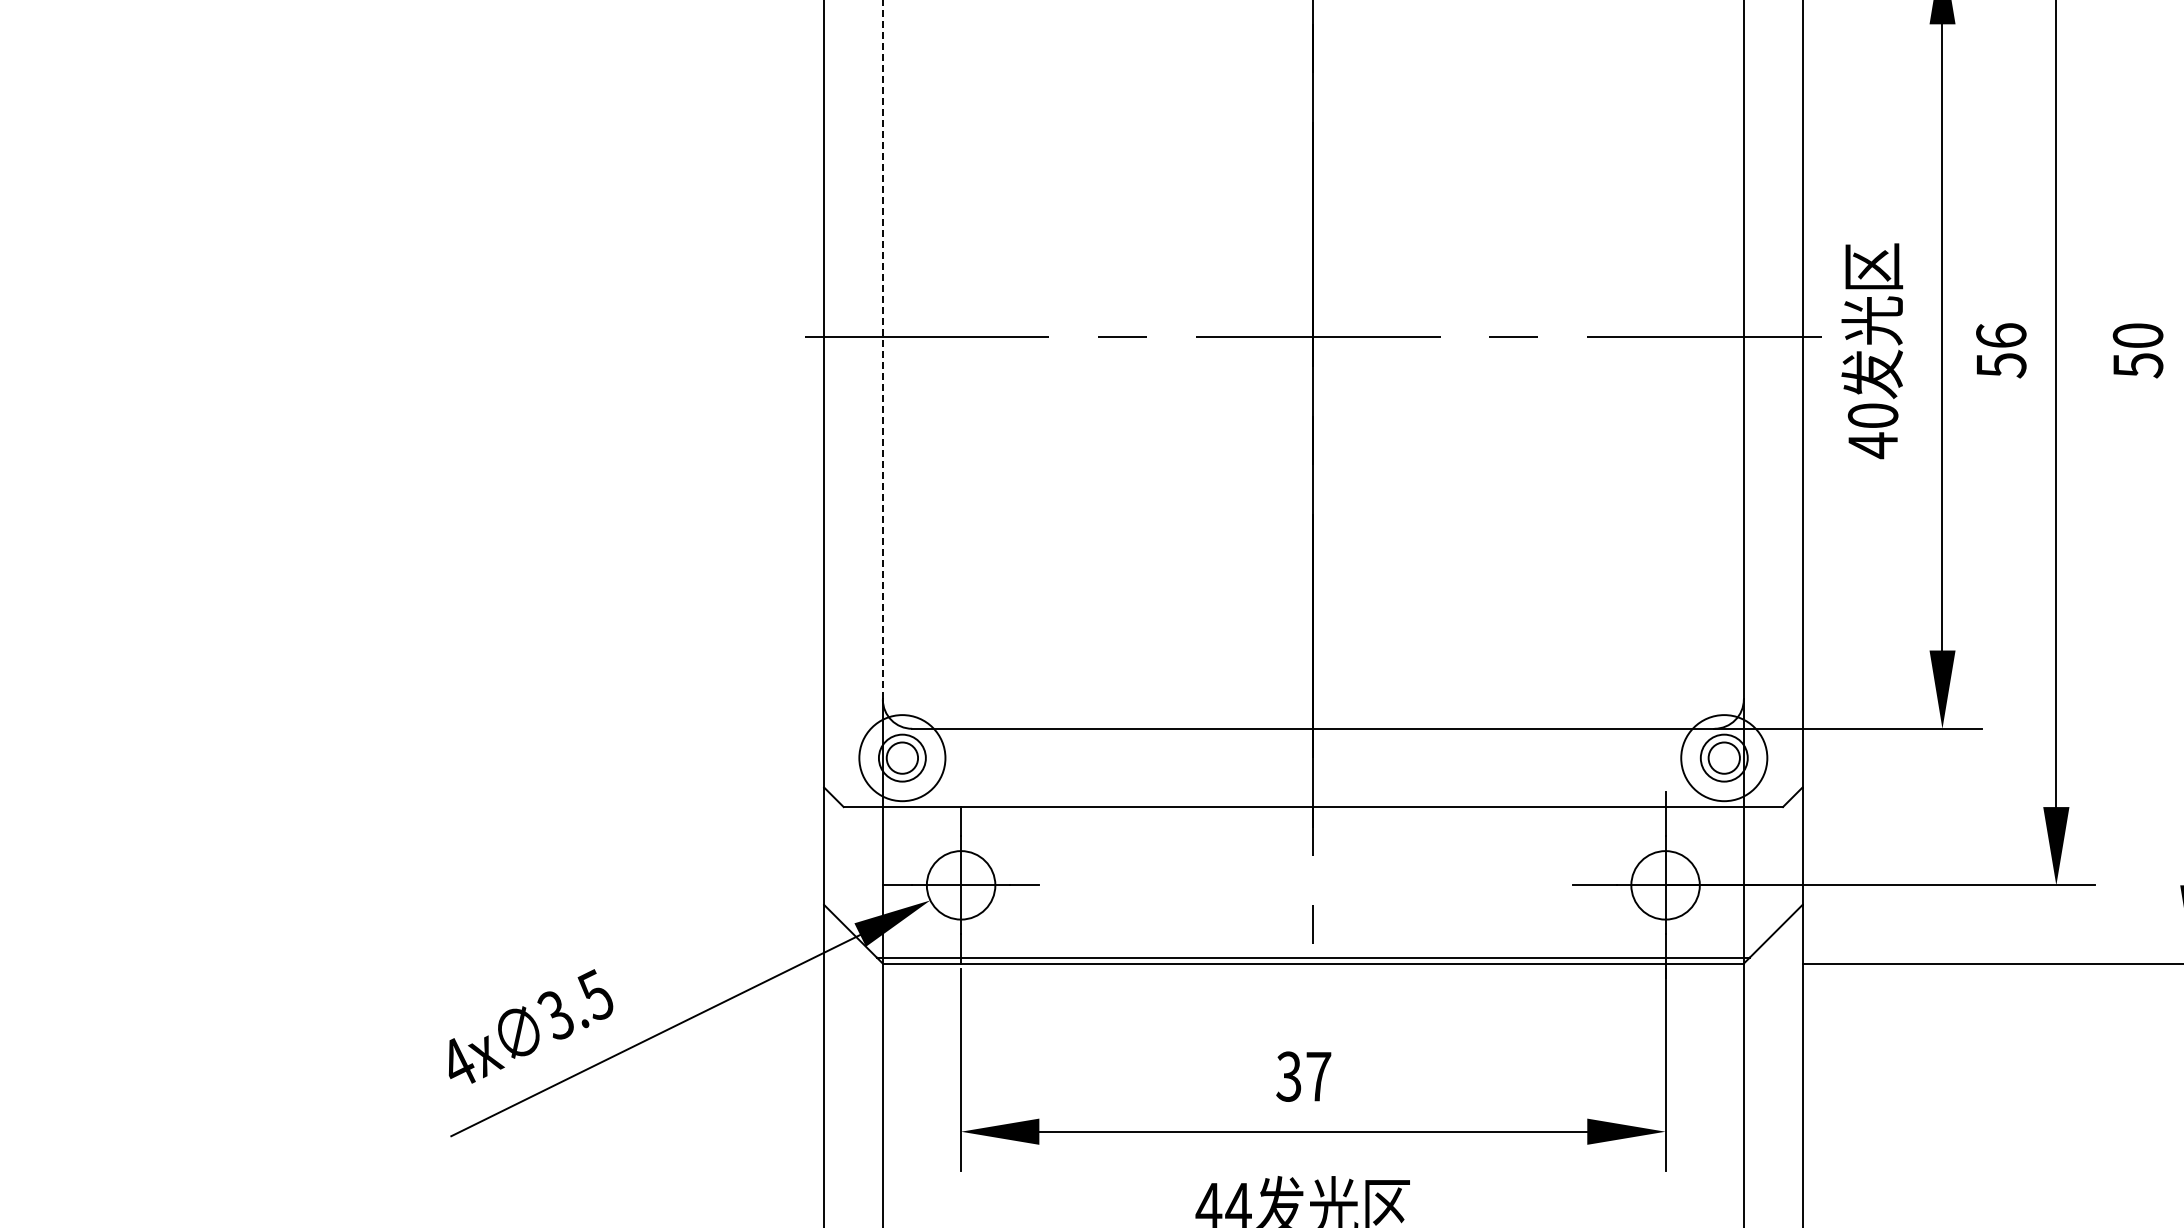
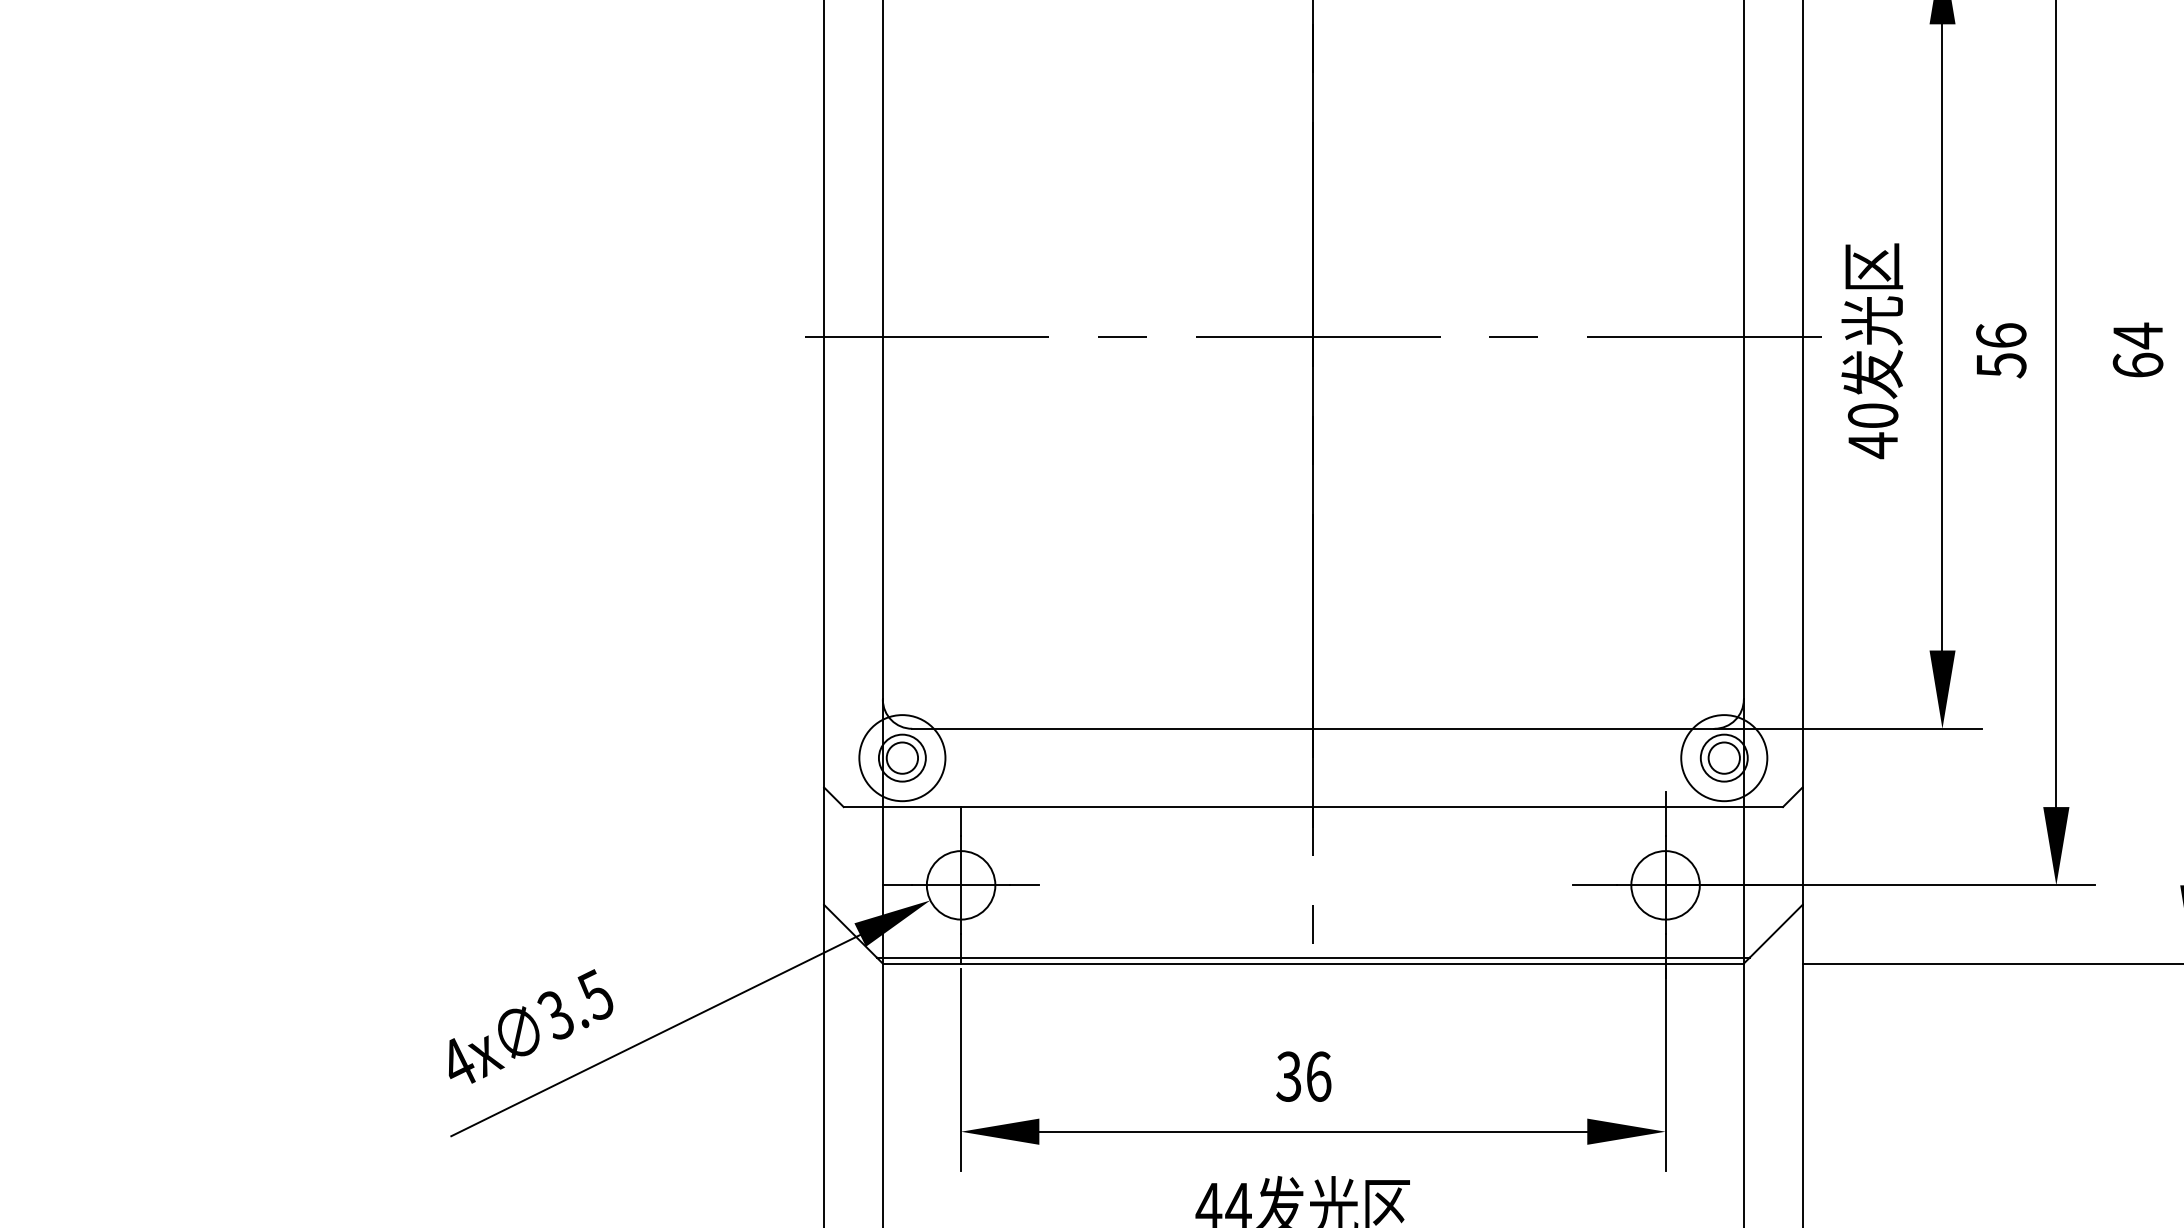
line at (882, 349): dashed -> solid
text at (2137, 350): 50 -> 64
text at (1318, 1076): 37 -> 36
